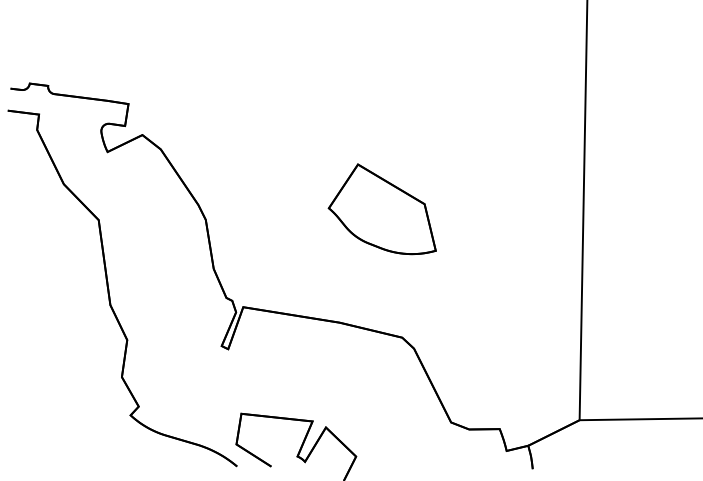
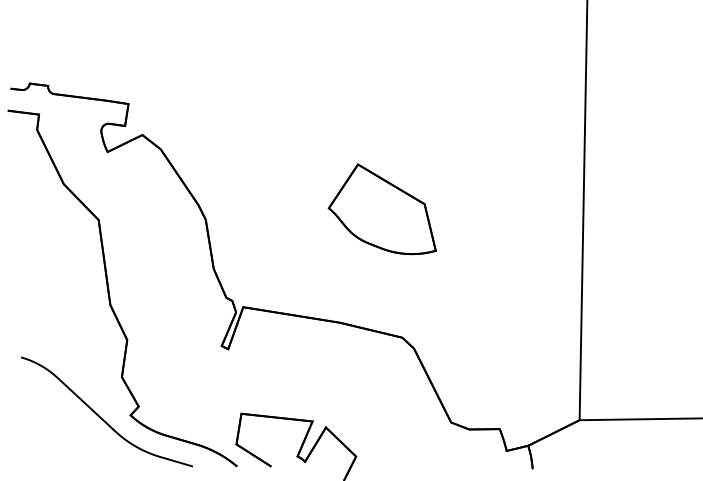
curve at (100, 416): none -> present
